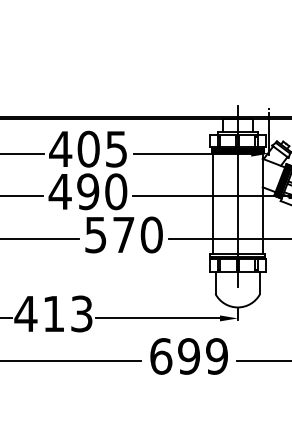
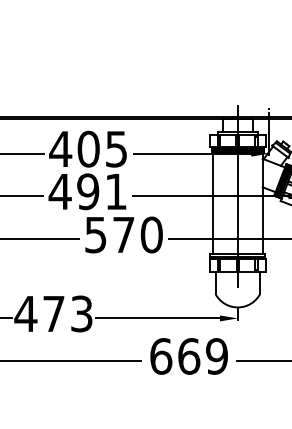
text at (116, 191): 490 -> 491
text at (53, 313): 413 -> 473
text at (189, 356): 699 -> 669
